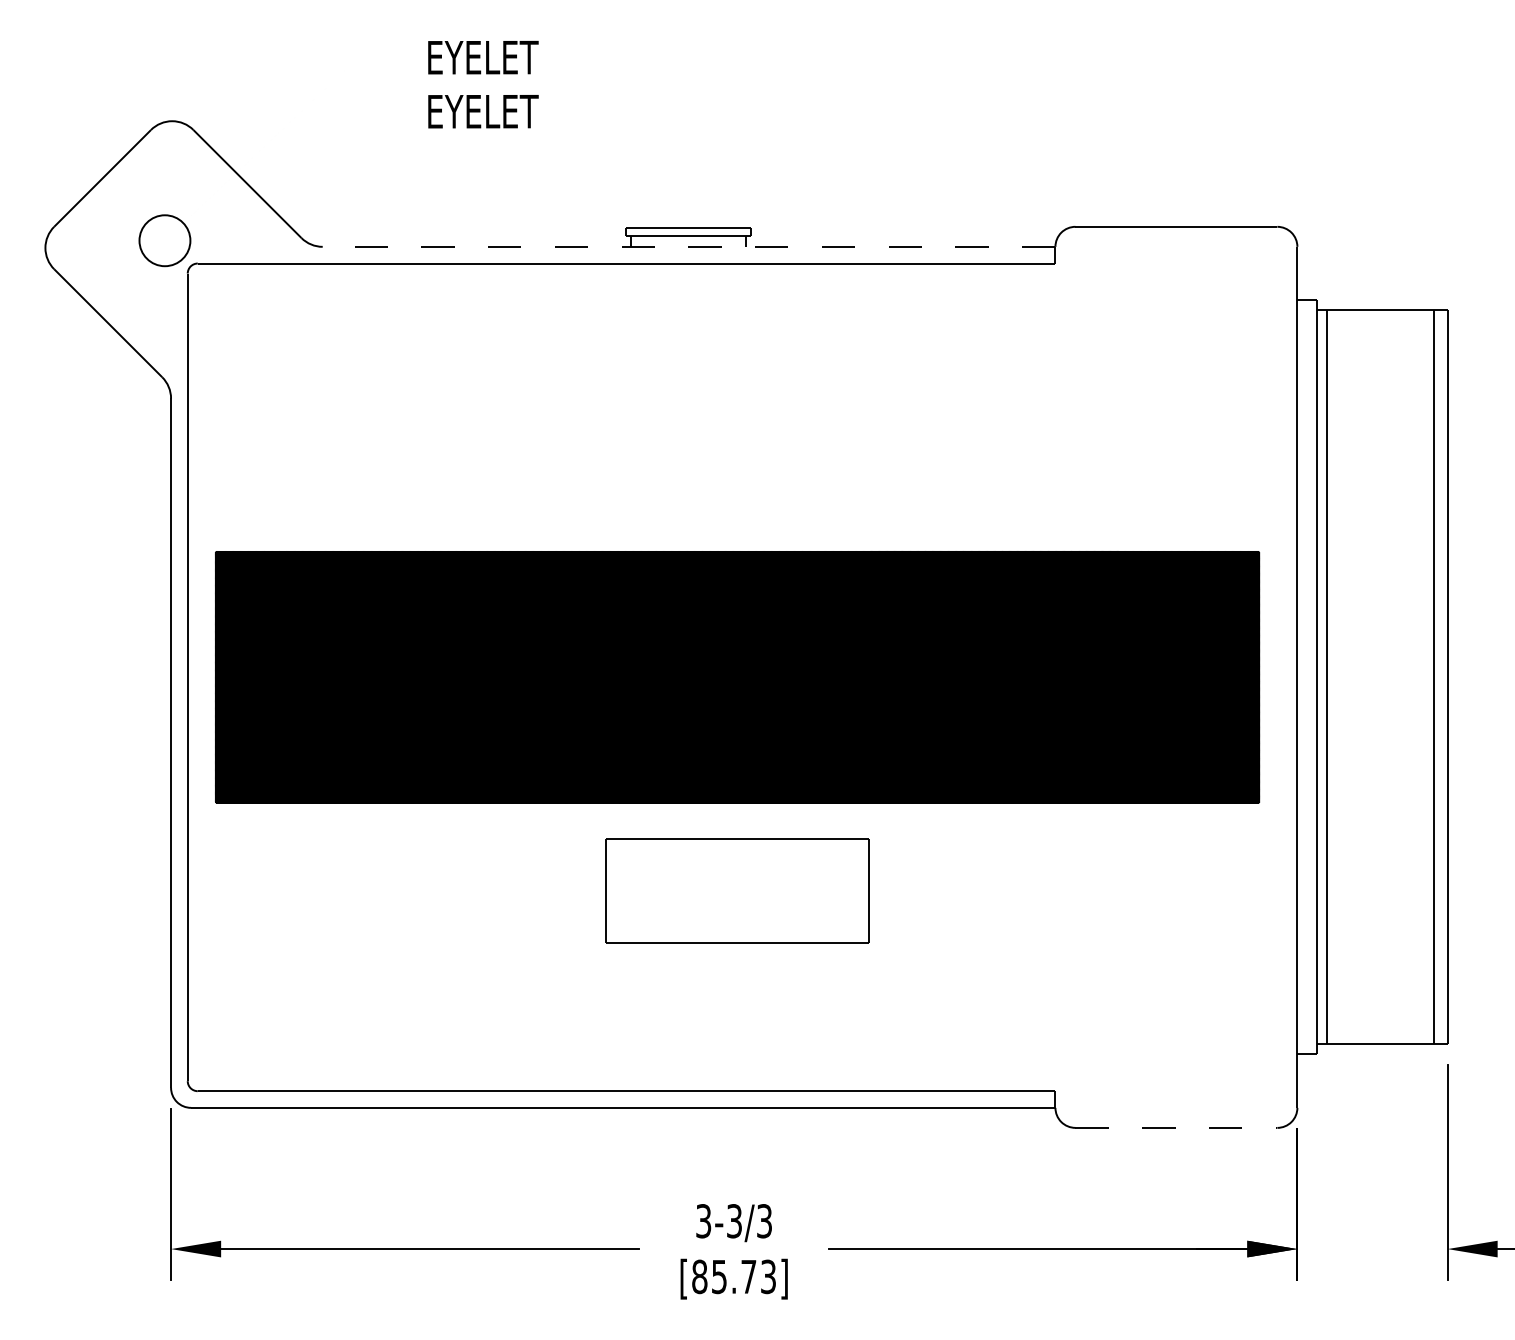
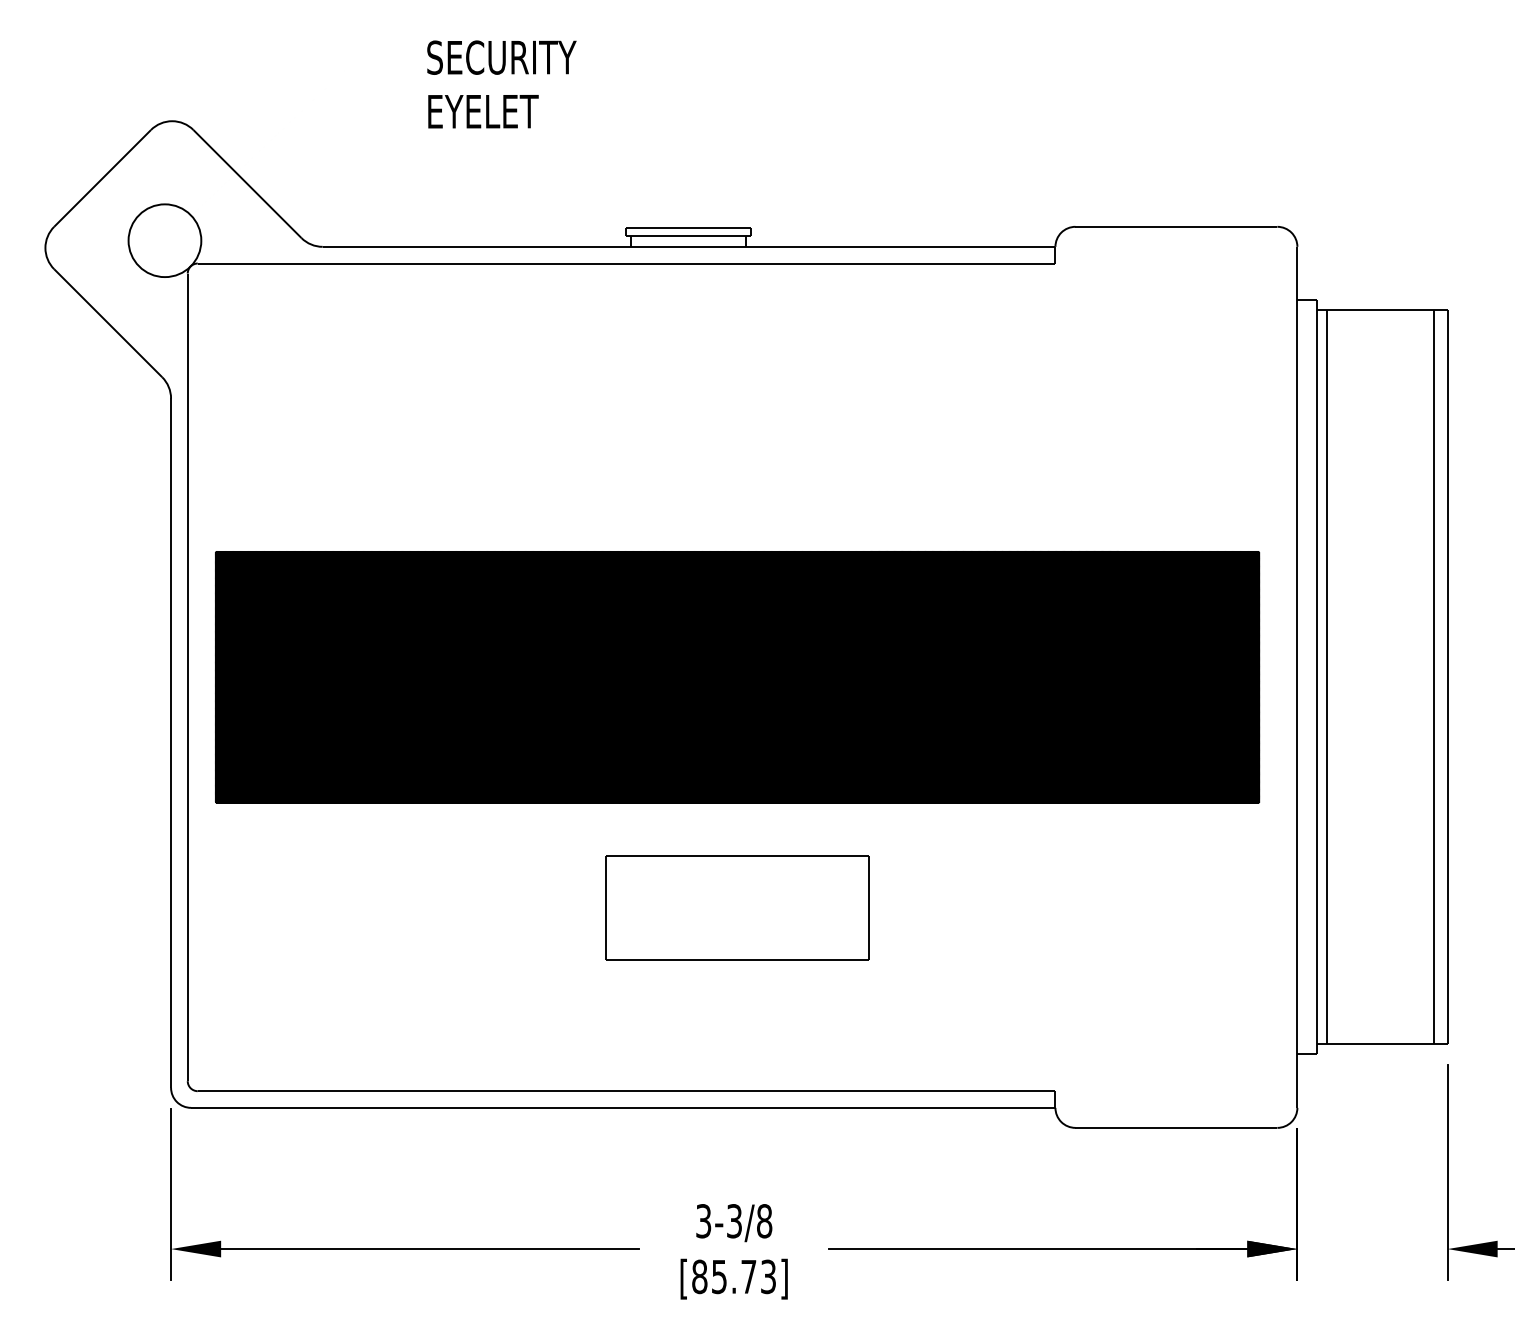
text at (501, 57): EYELET -> SECURITY
circle at (164, 240) diameter: 51 px -> 73 px
line at (688, 246): dashed -> solid
part at (737, 890) position: (737, 890) -> (737, 907)
line at (1176, 1127): dashed -> solid
text at (764, 1221): 3-3/3 -> 3-3/8
